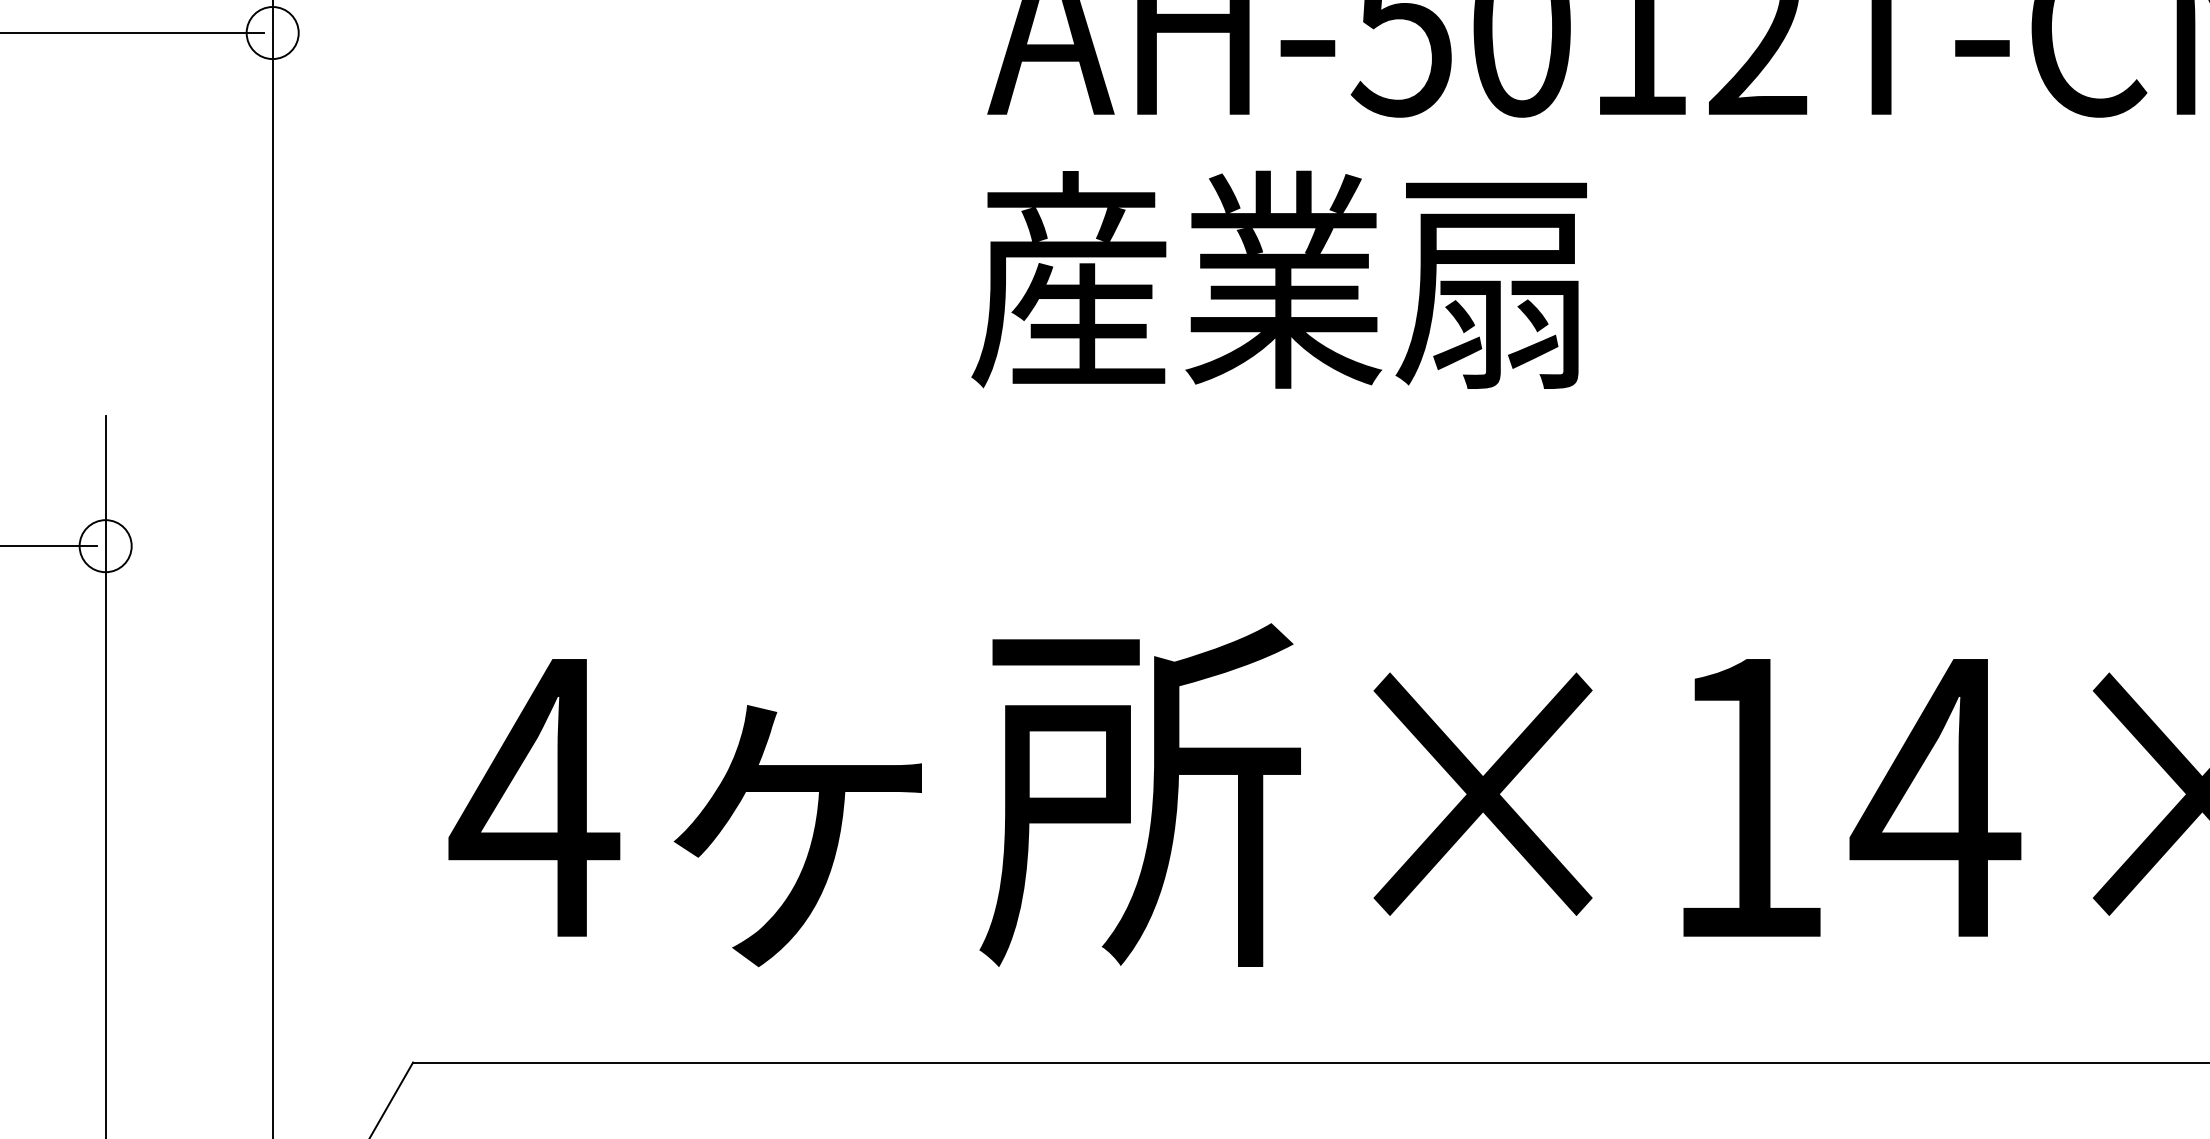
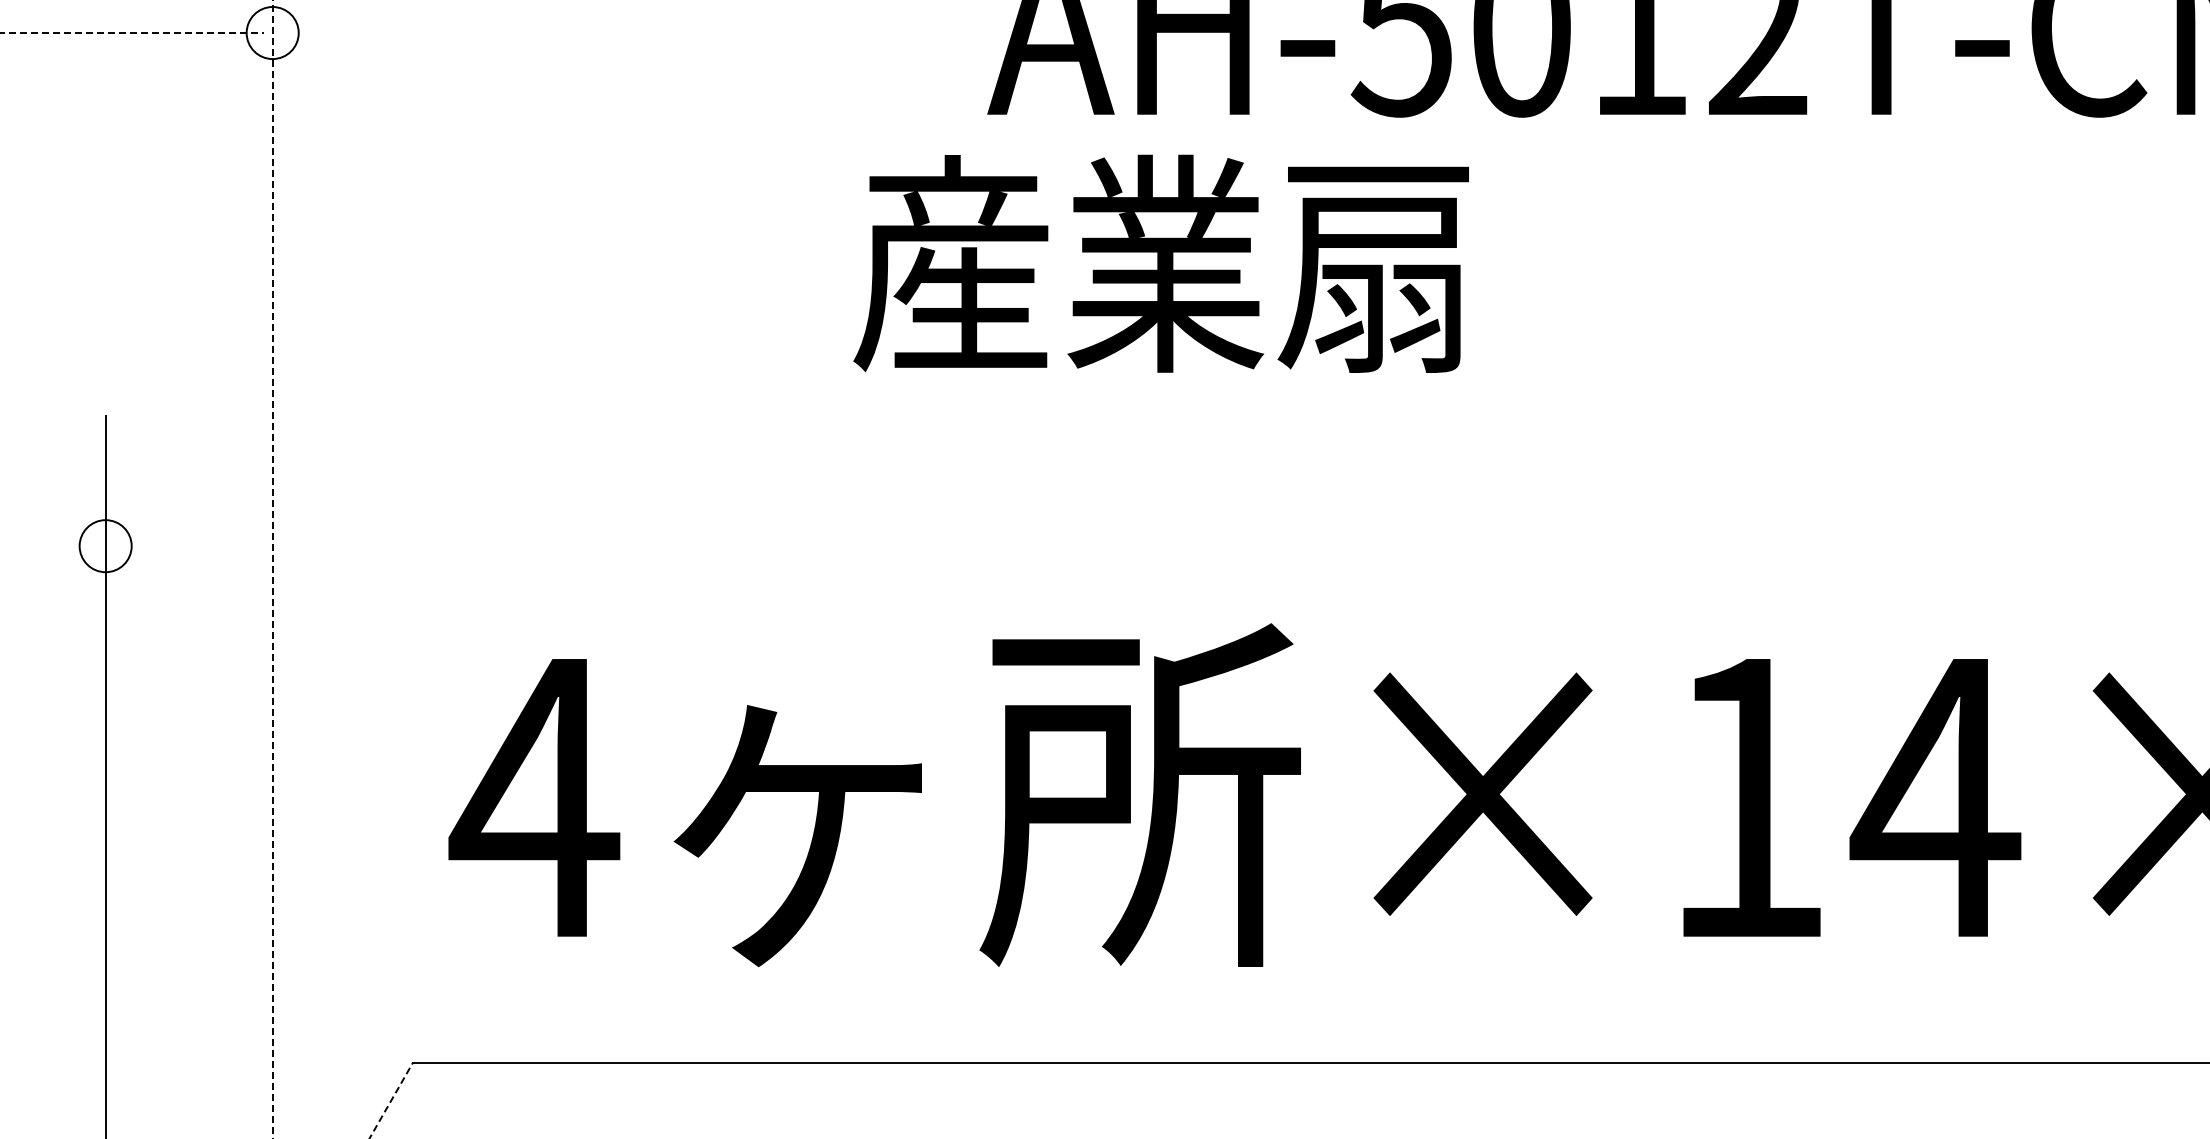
line at (132, 33): solid -> dashed
text at (1278, 279) position: (1278, 279) -> (1160, 263)
line at (49, 546): present -> none
line at (272, 569): solid -> dashed
line at (391, 1100): solid -> dashed
